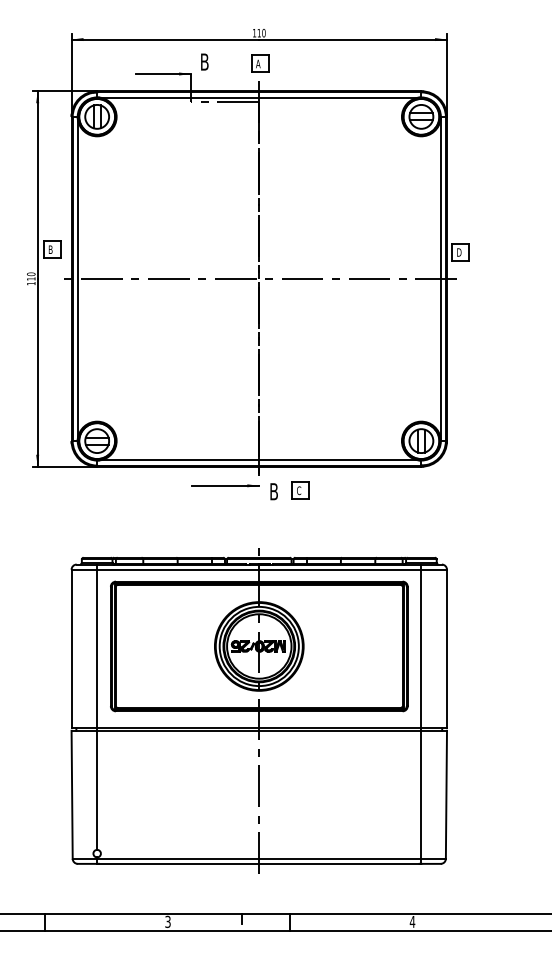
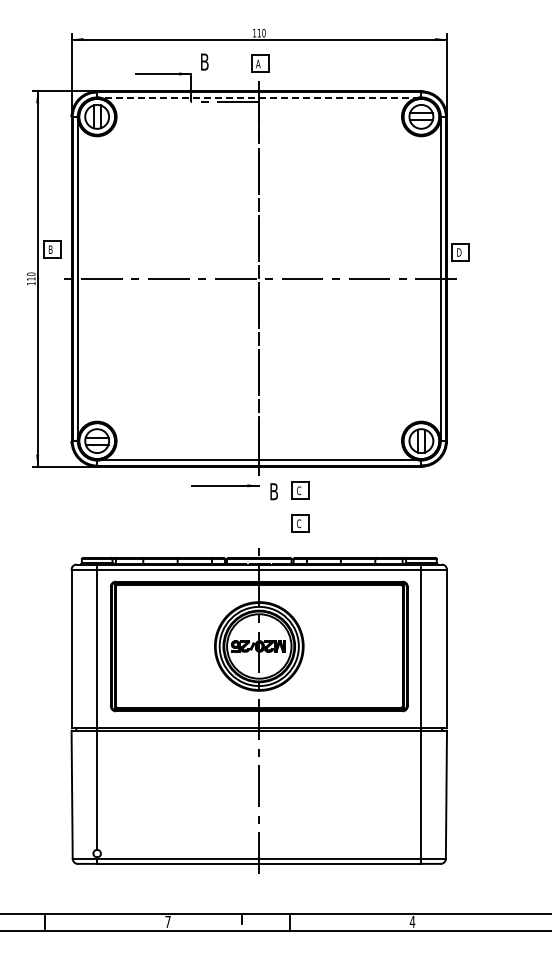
line at (258, 97): solid -> dashed
part at (300, 523): none -> present
text at (167, 921): 3 -> 7
